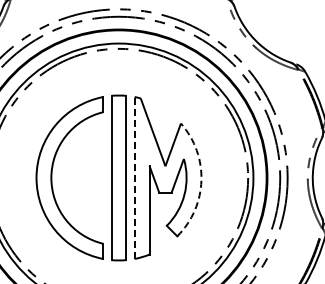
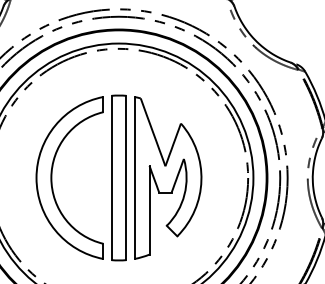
line at (134, 178): dashed -> solid
arc at (201, 180): dashed -> solid
